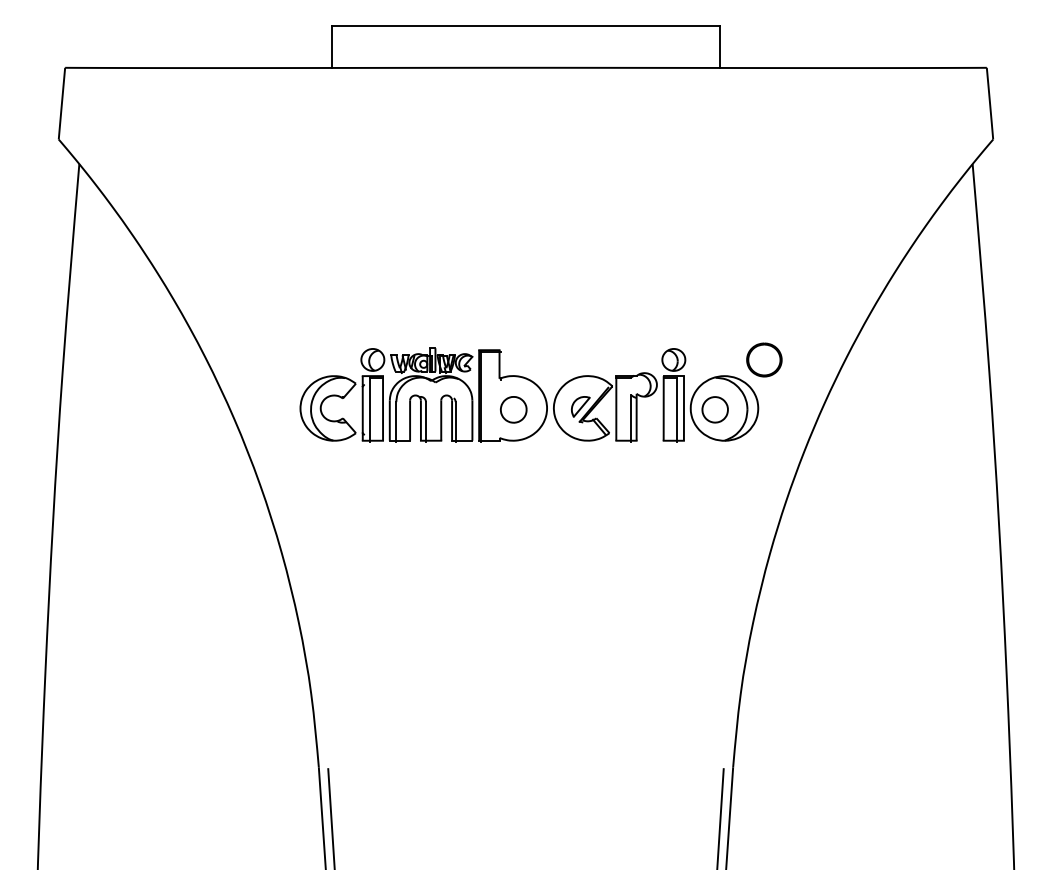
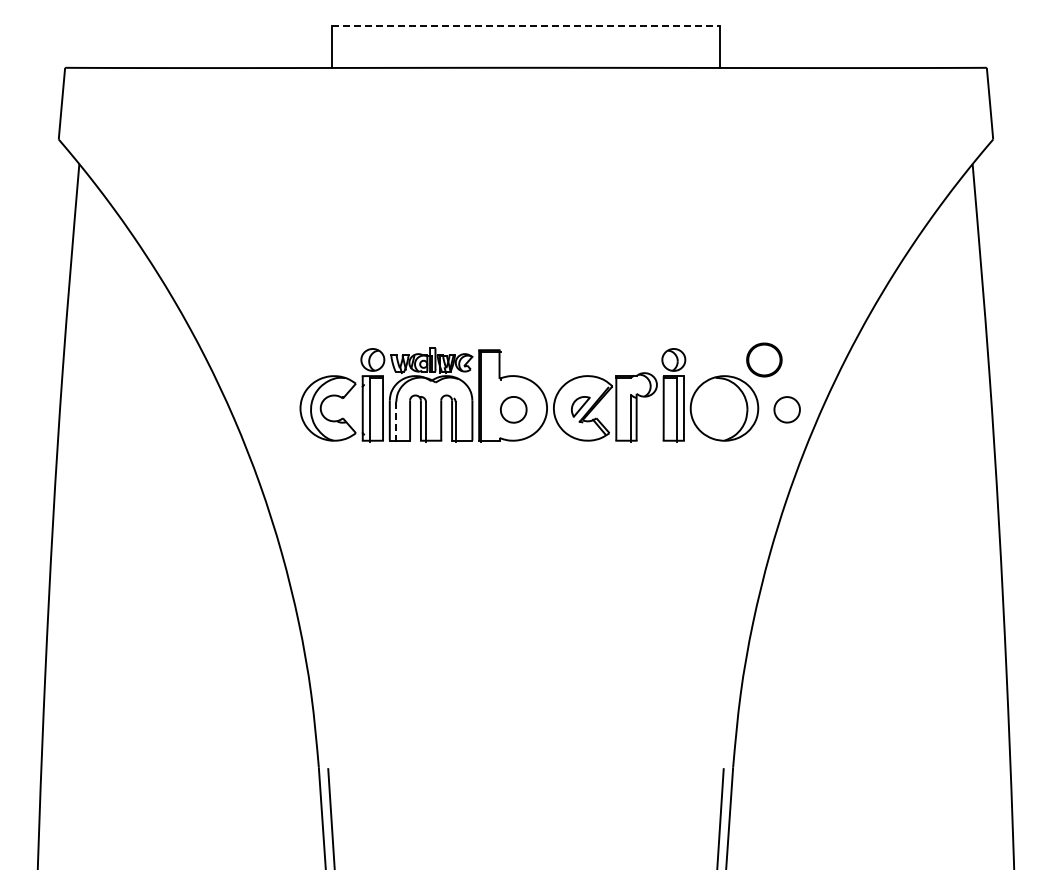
line at (526, 25): solid -> dashed
part at (714, 409) position: (714, 409) -> (786, 409)
line at (396, 421): solid -> dashed
